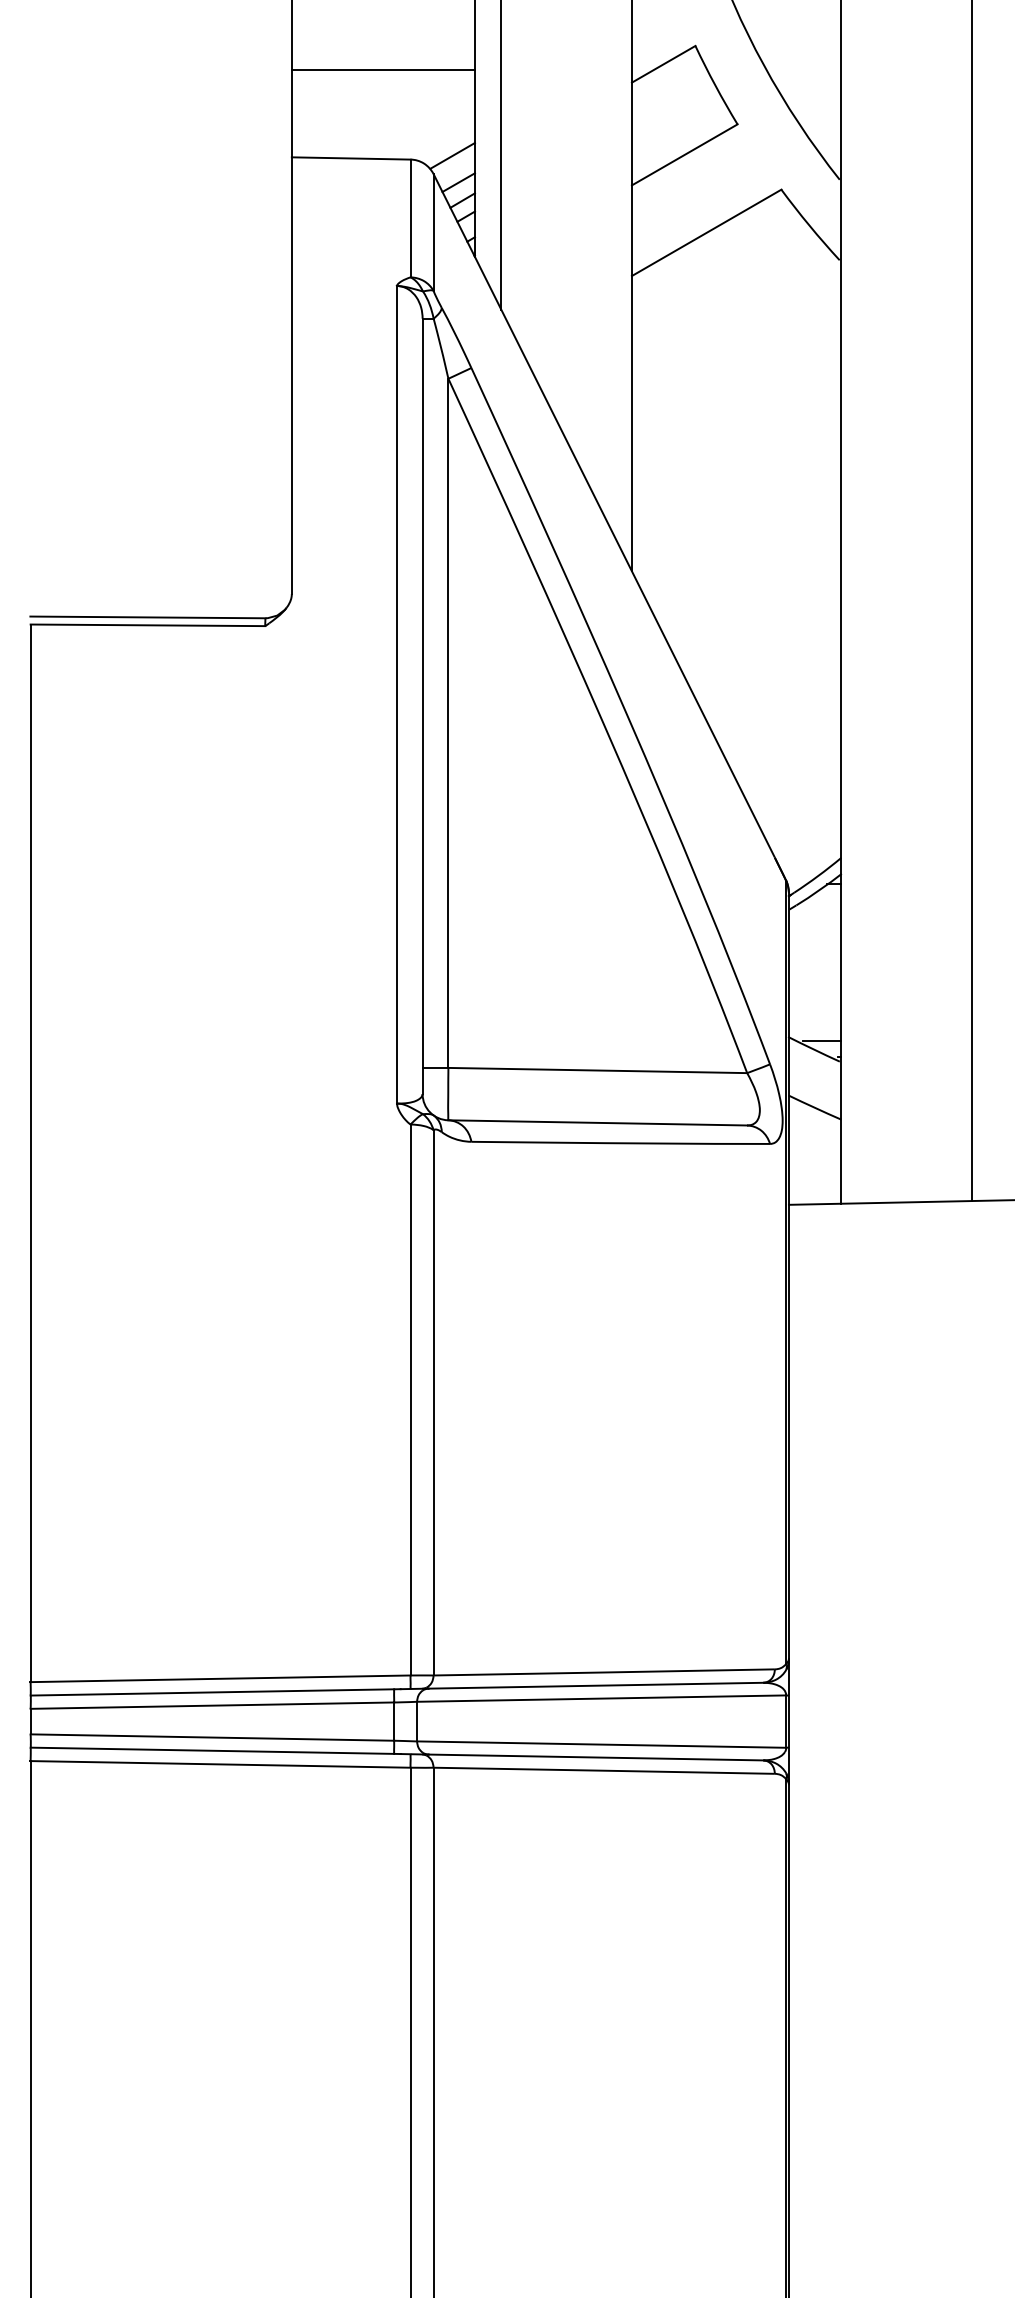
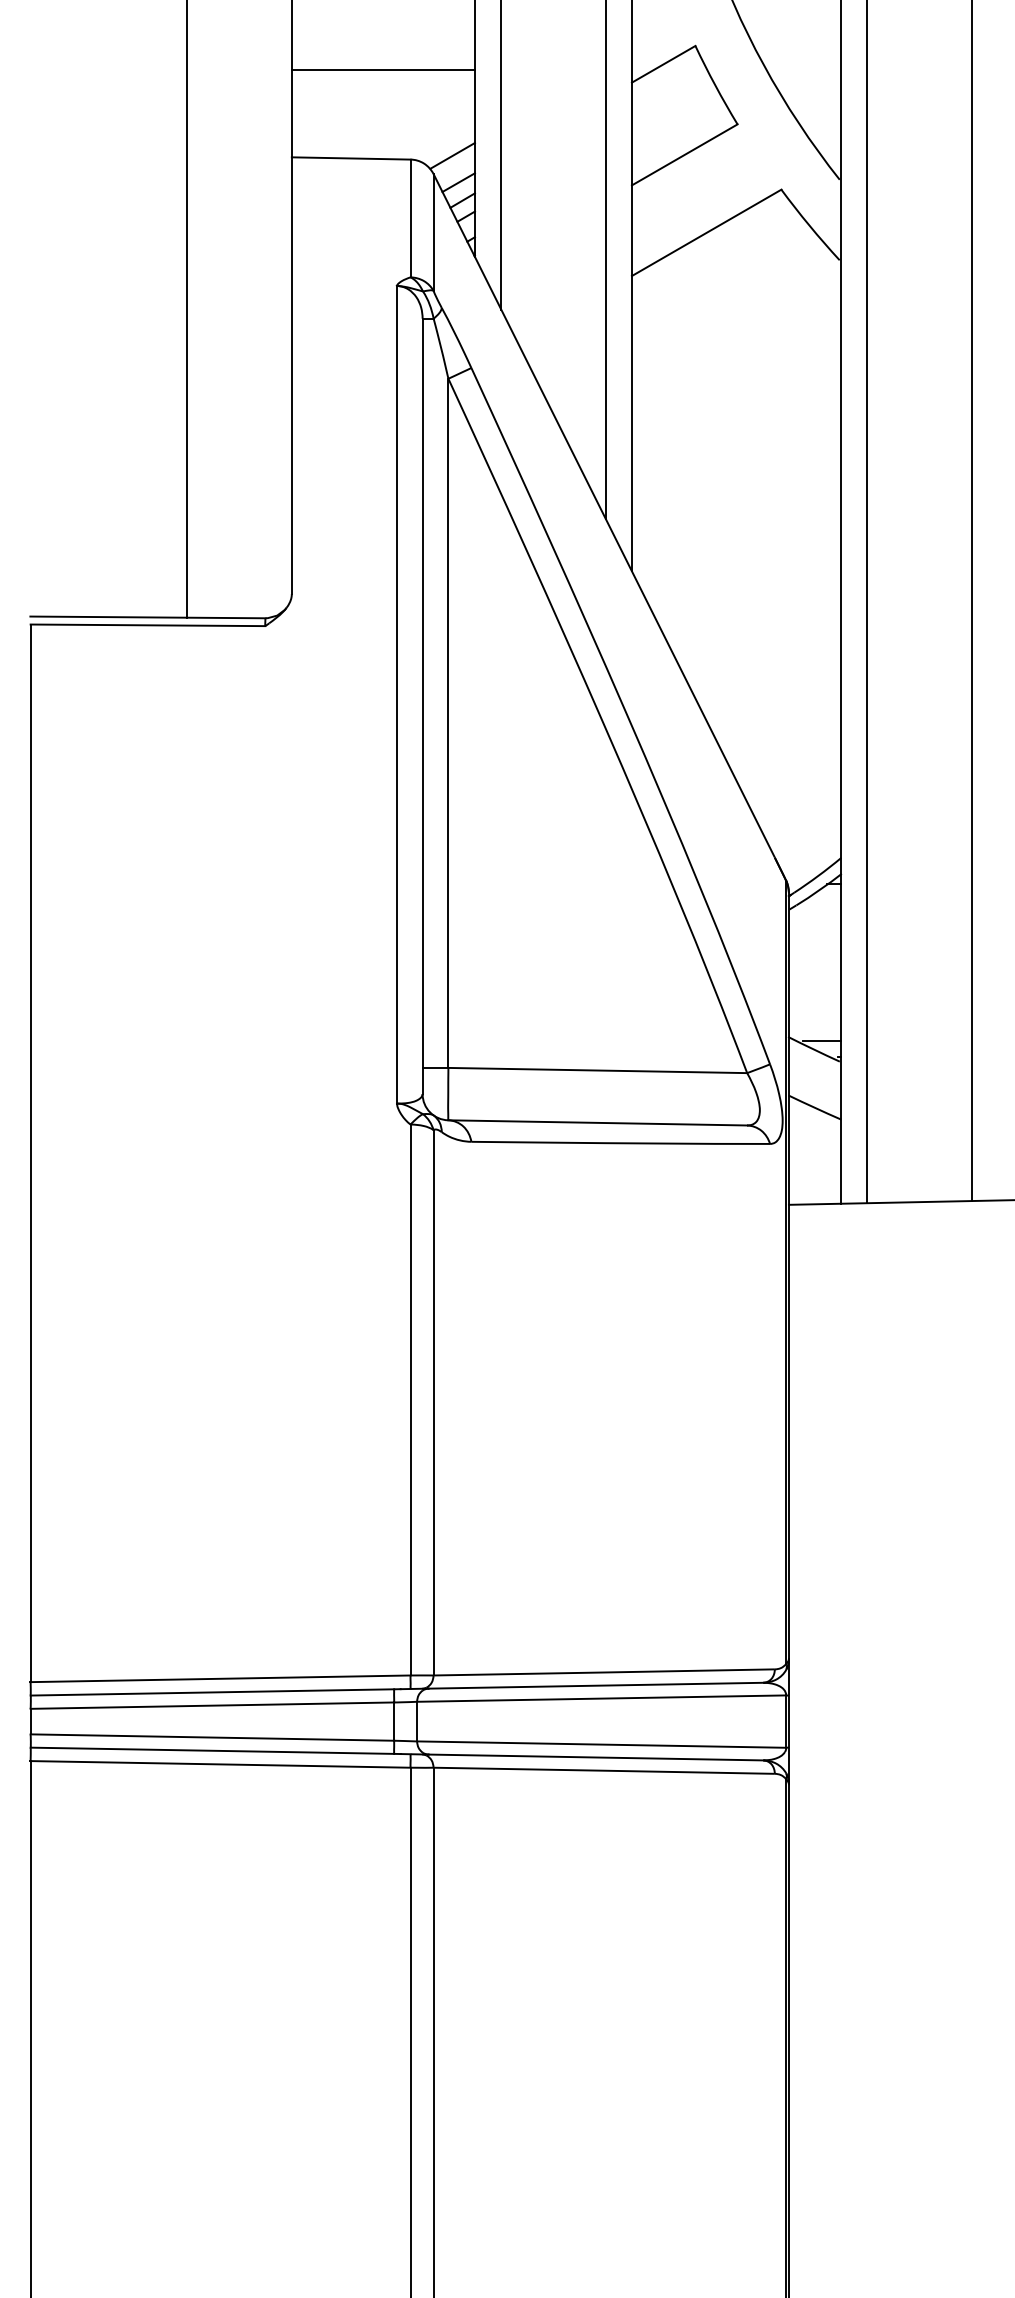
line at (605, 260): none -> present
line at (187, 309): none -> present
line at (867, 602): none -> present
